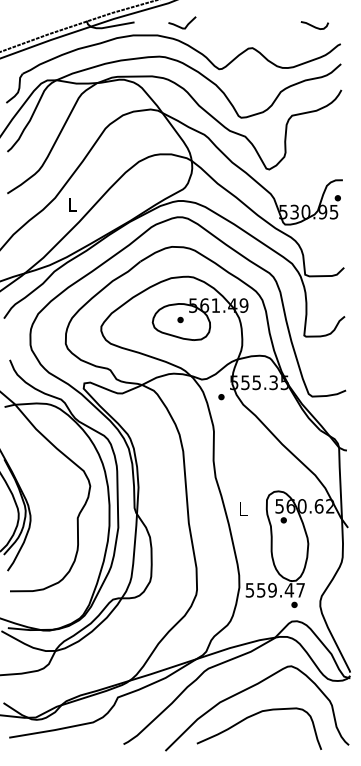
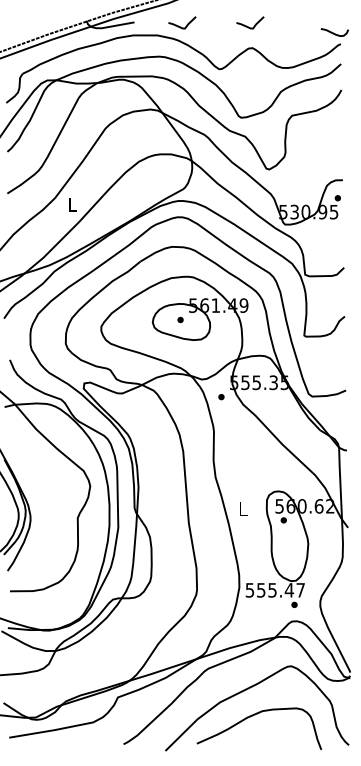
curve at (313, 25) position: (313, 25) -> (333, 32)
curve at (249, 26): none -> present
text at (272, 590): 559.47 -> 555.47
